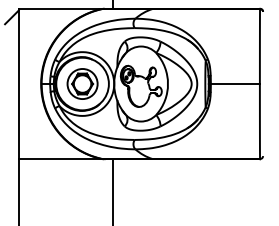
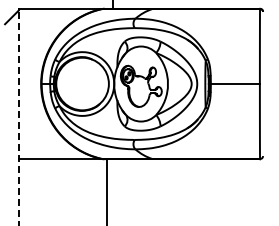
part at (82, 83): present -> none
line at (19, 117): solid -> dashed
line at (112, 190) position: (112, 190) -> (106, 190)
